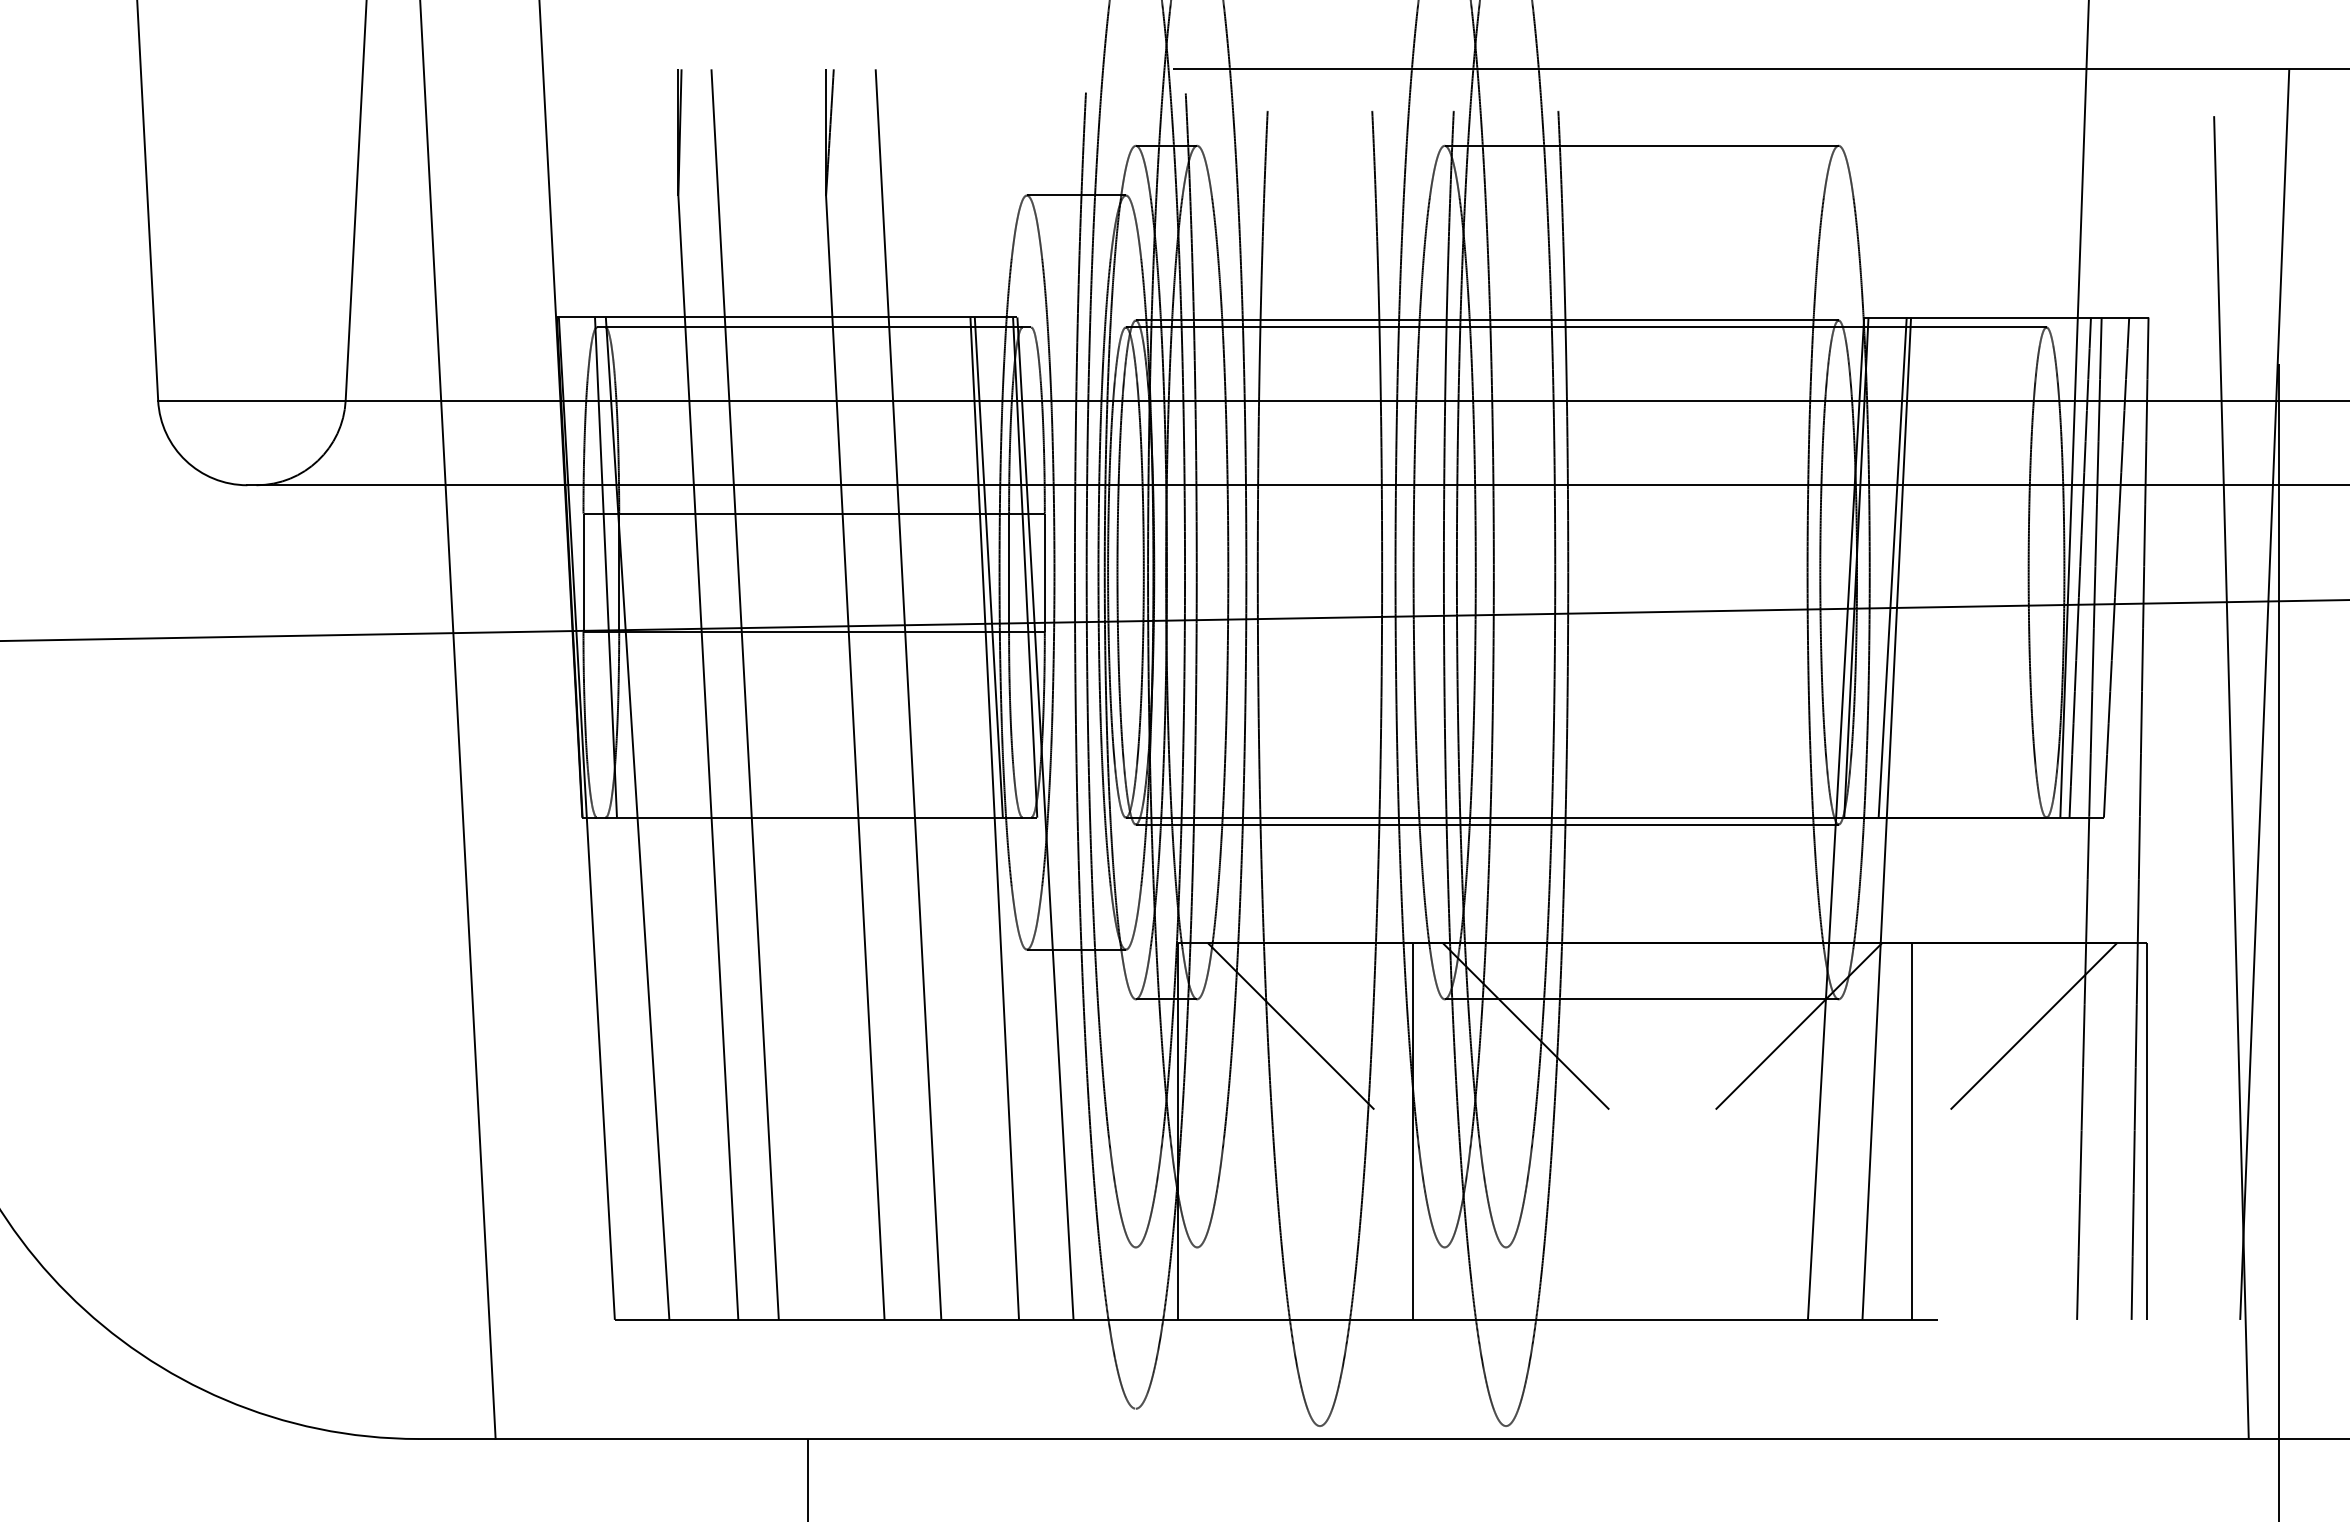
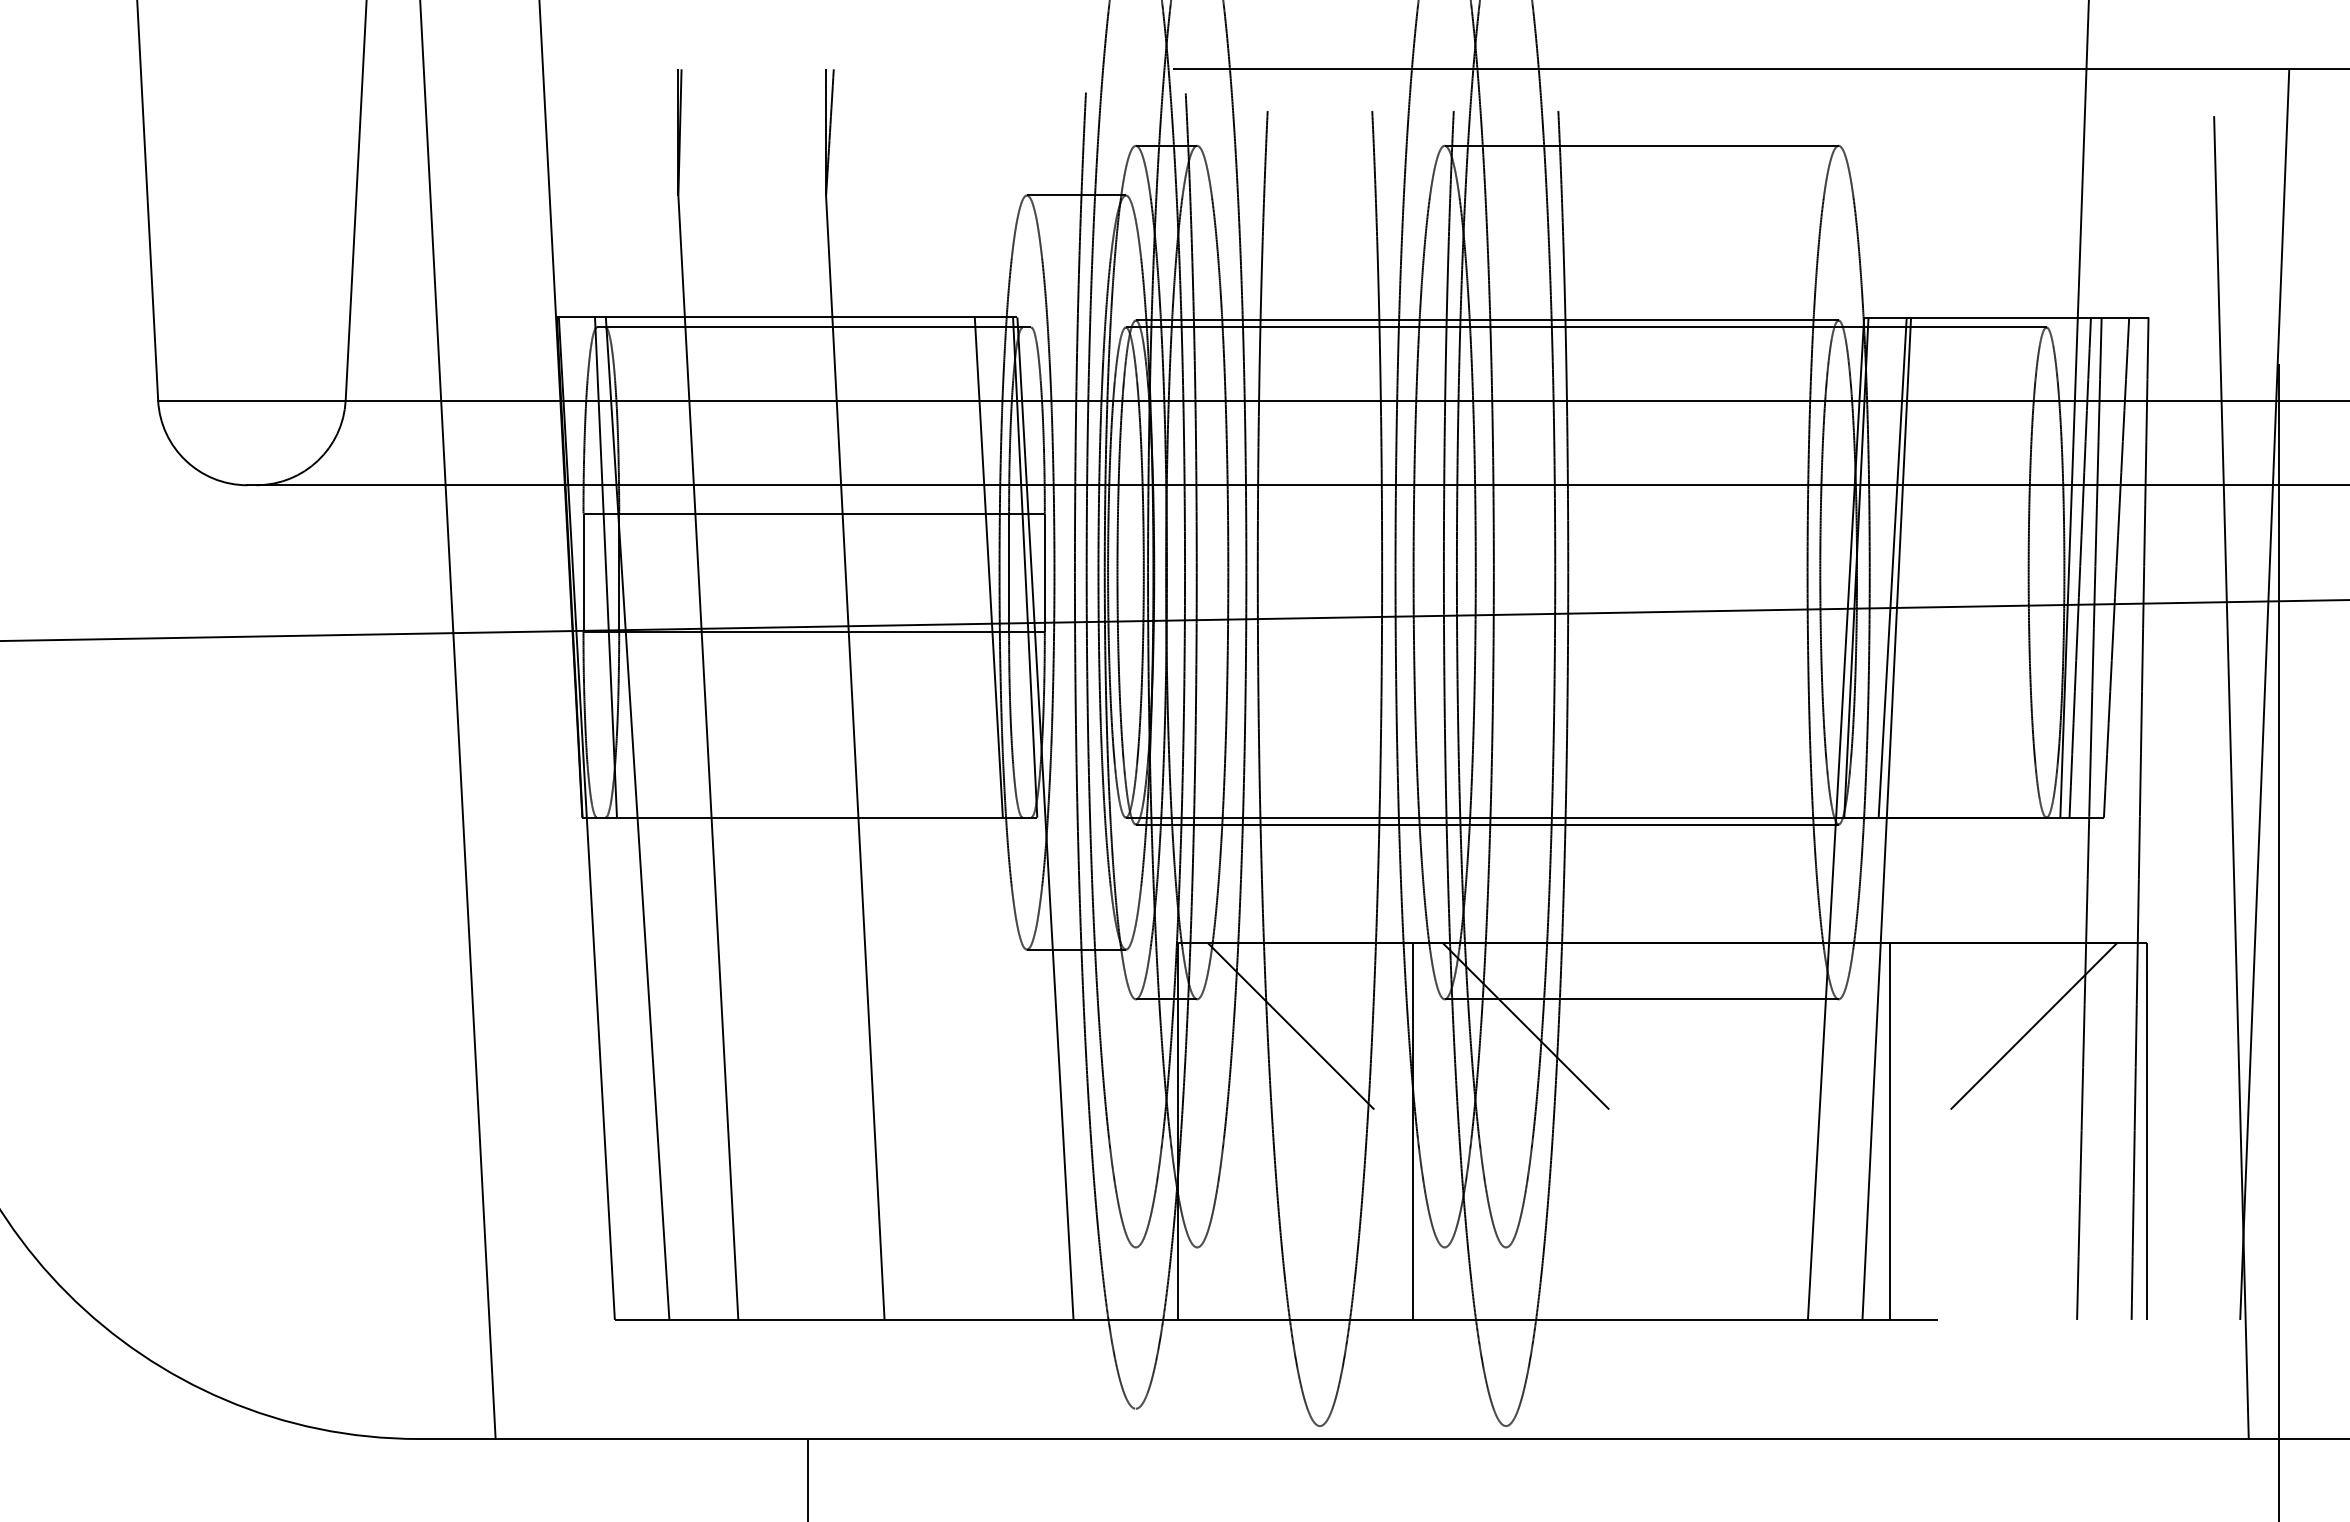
line at (744, 694): present -> none
line at (908, 694): present -> none
line at (994, 818): present -> none
line at (1798, 1025): present -> none
line at (1912, 1130) position: (1912, 1130) -> (1890, 1130)
